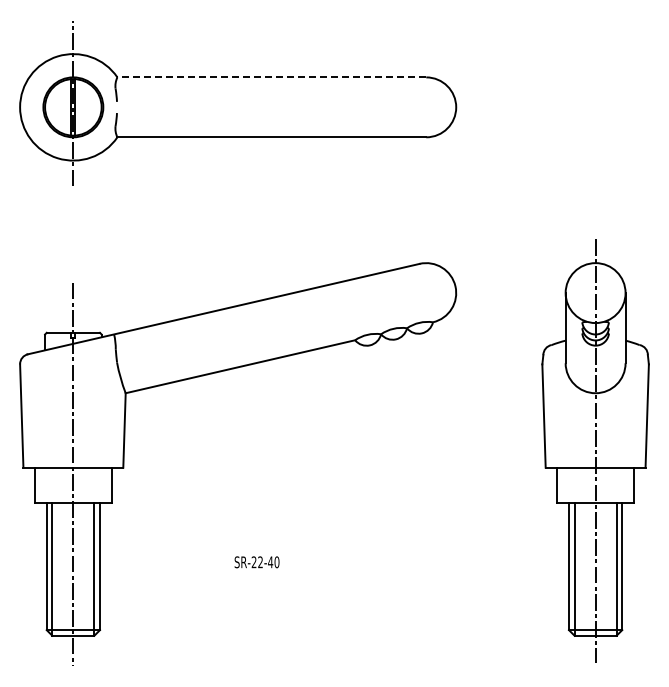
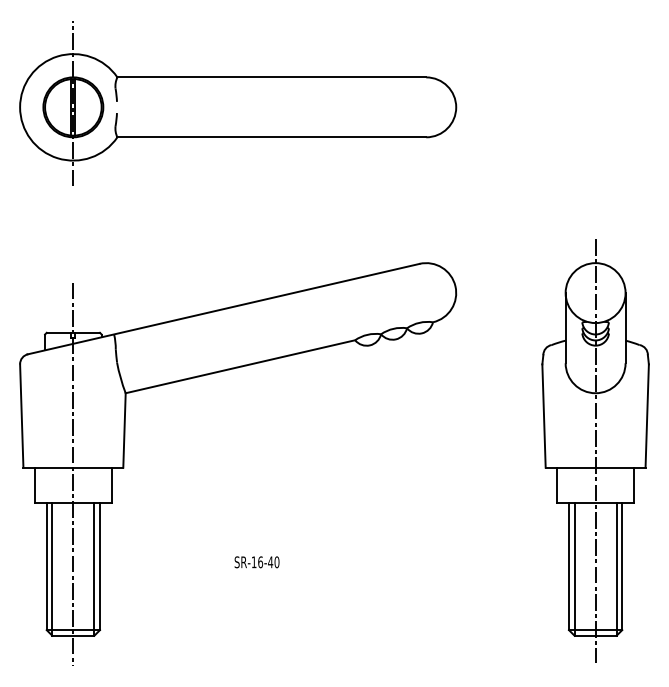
line at (271, 77): dashed -> solid
text at (257, 562): SR-22-40 -> SR-16-40
